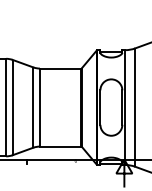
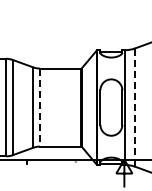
line at (39, 107): solid -> dashed
line at (135, 108): solid -> dashed
